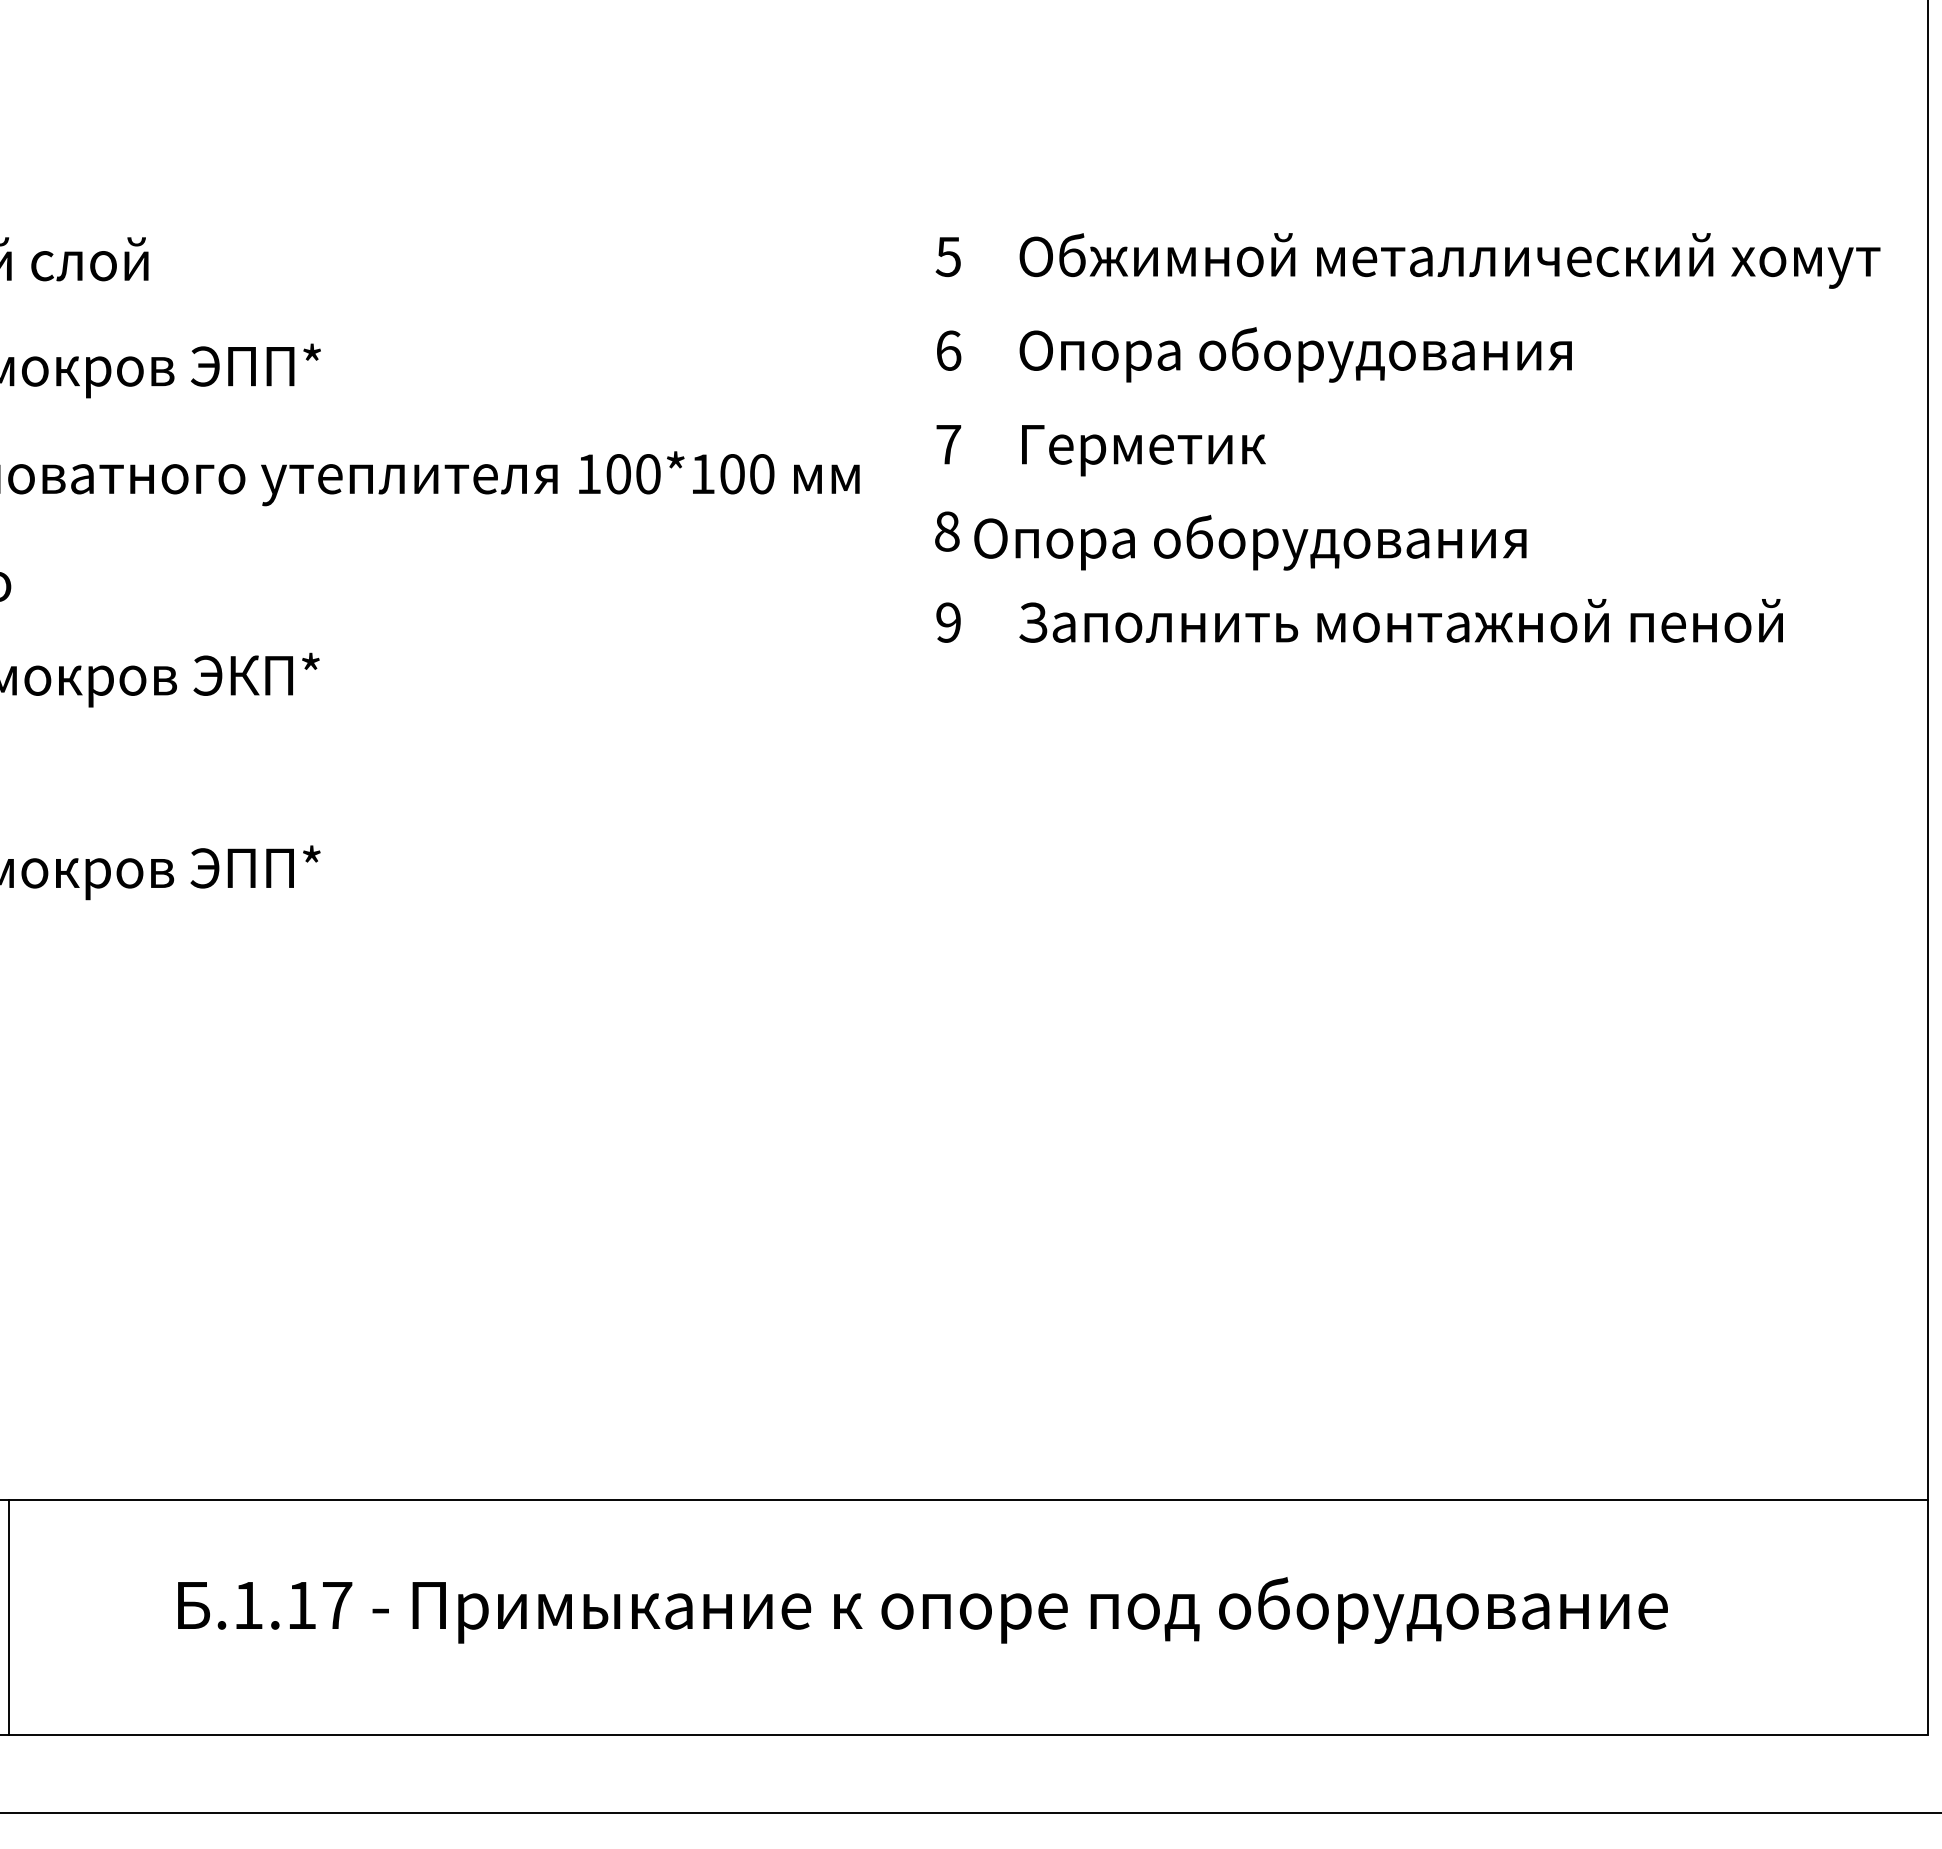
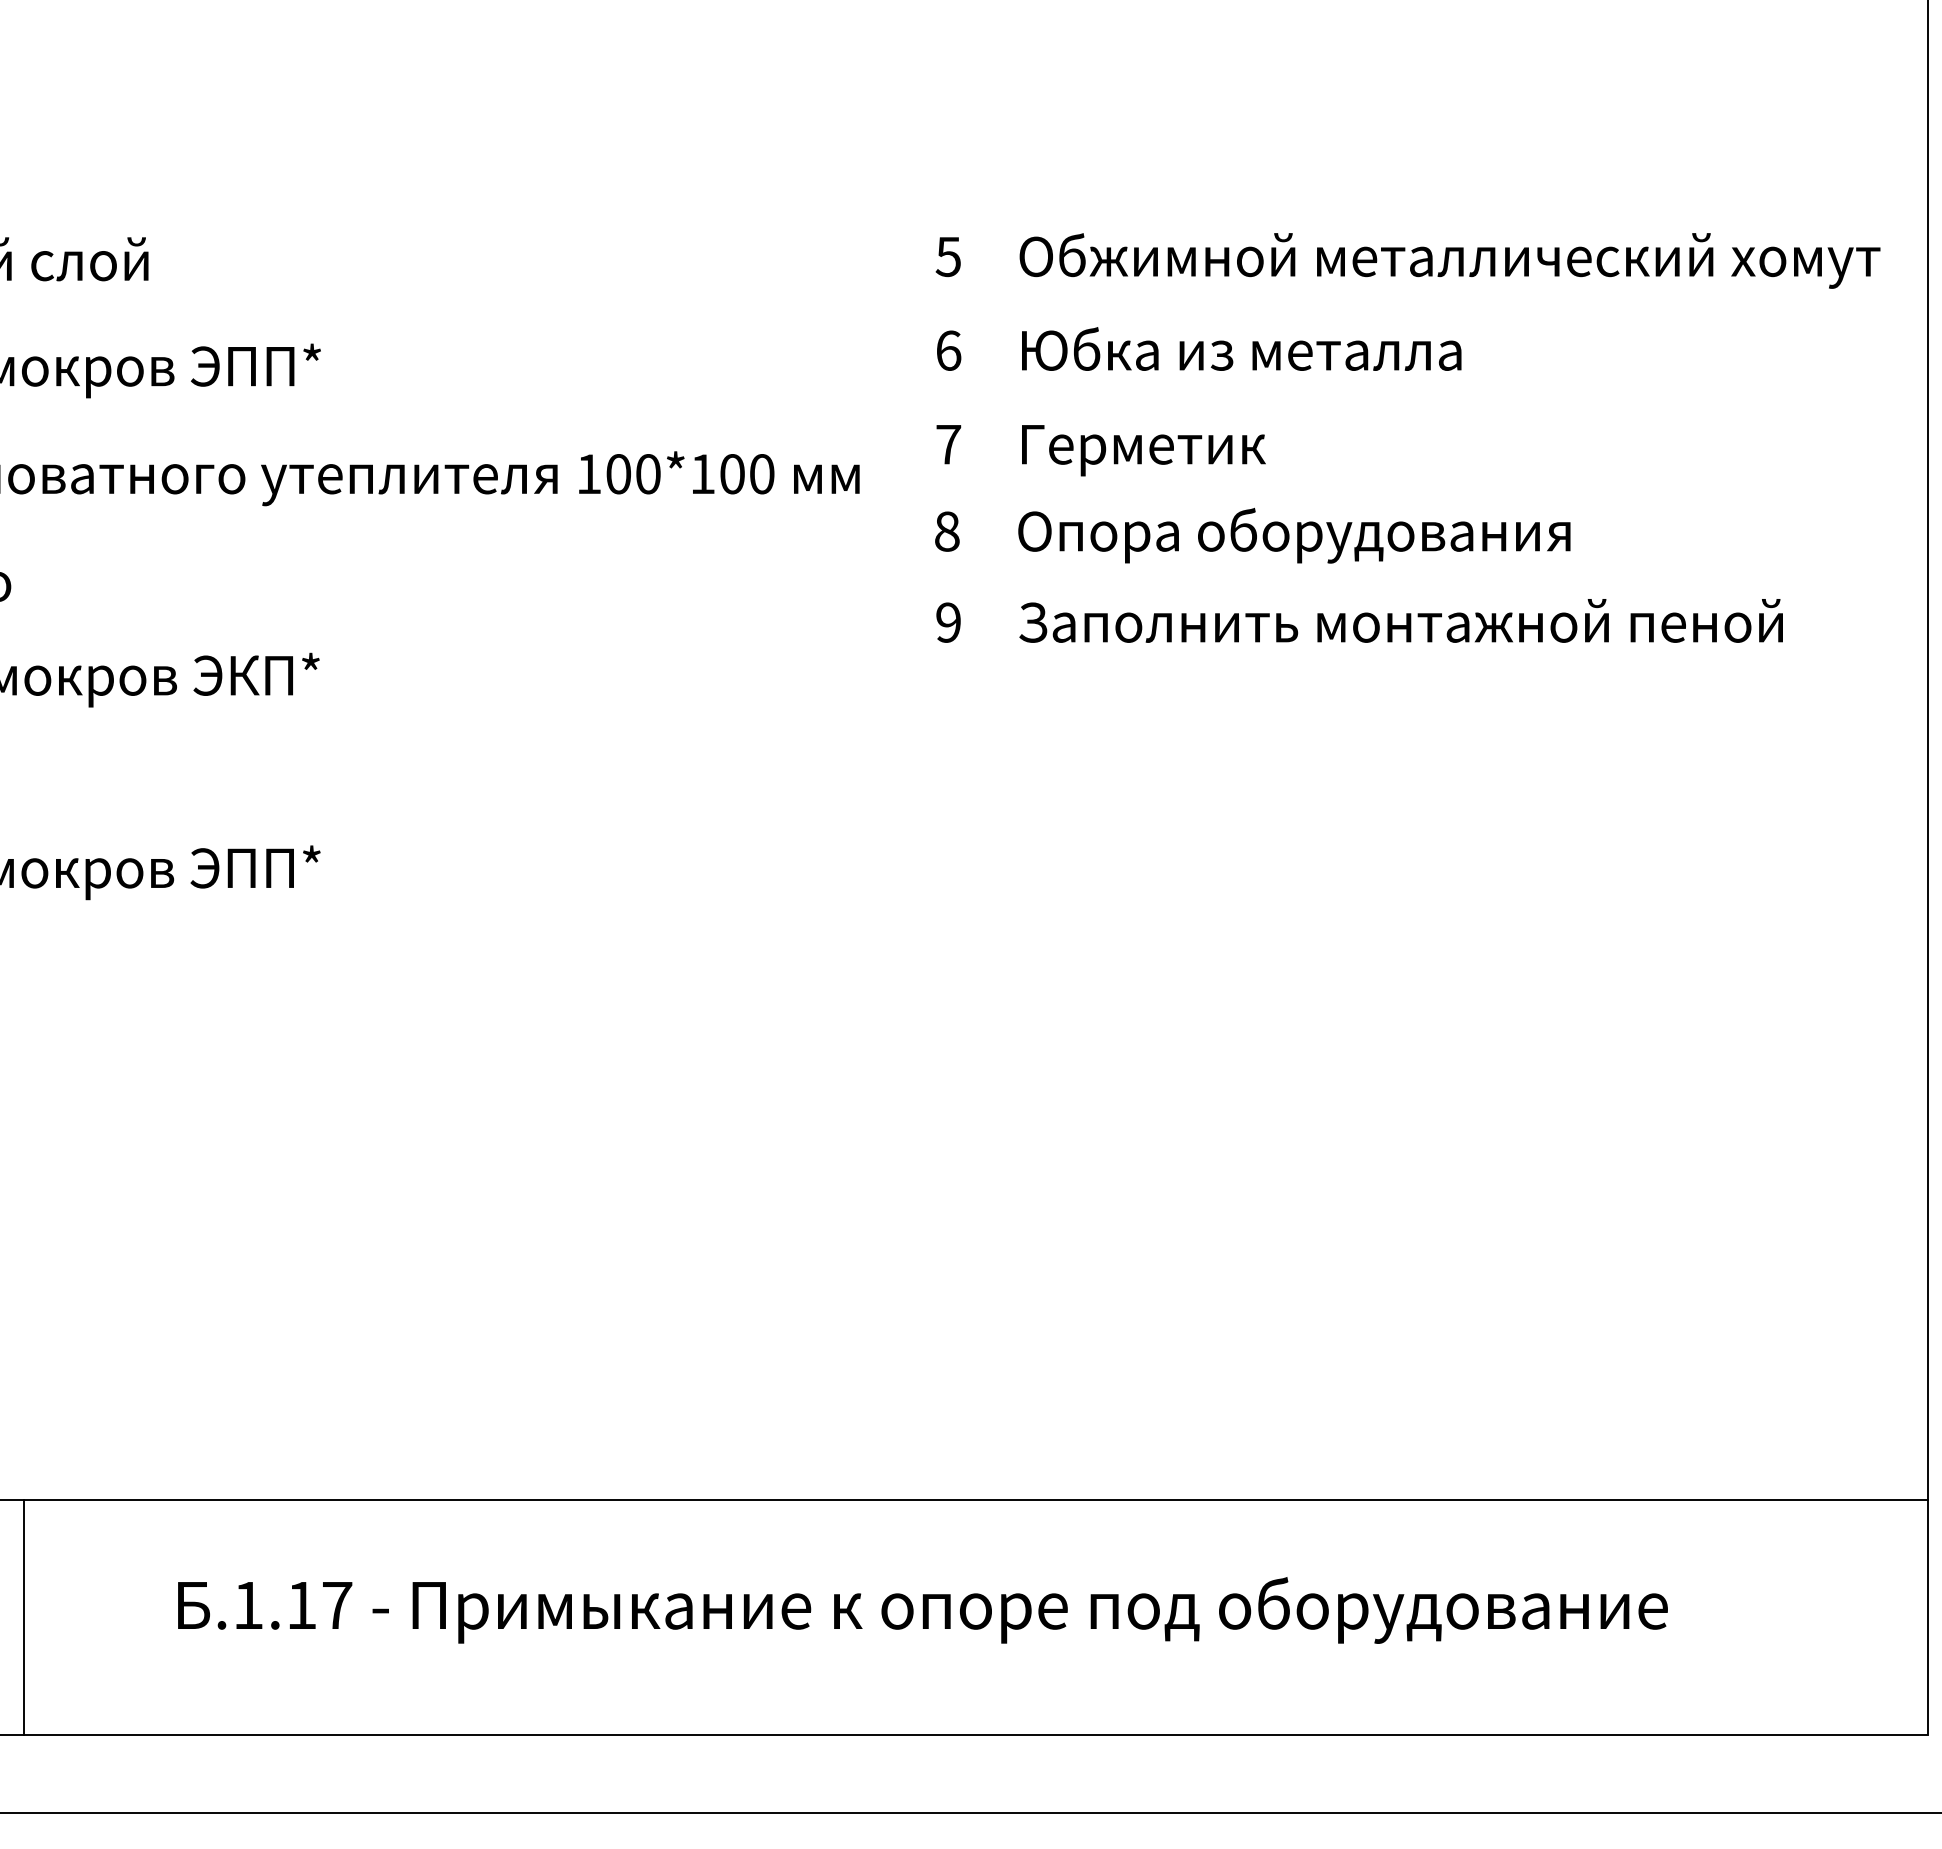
text at (1295, 354): Опора оборудования -> Юбка из металла
text at (1250, 542) position: (1250, 542) -> (1294, 535)
line at (8, 1617) position: (8, 1617) -> (23, 1617)
